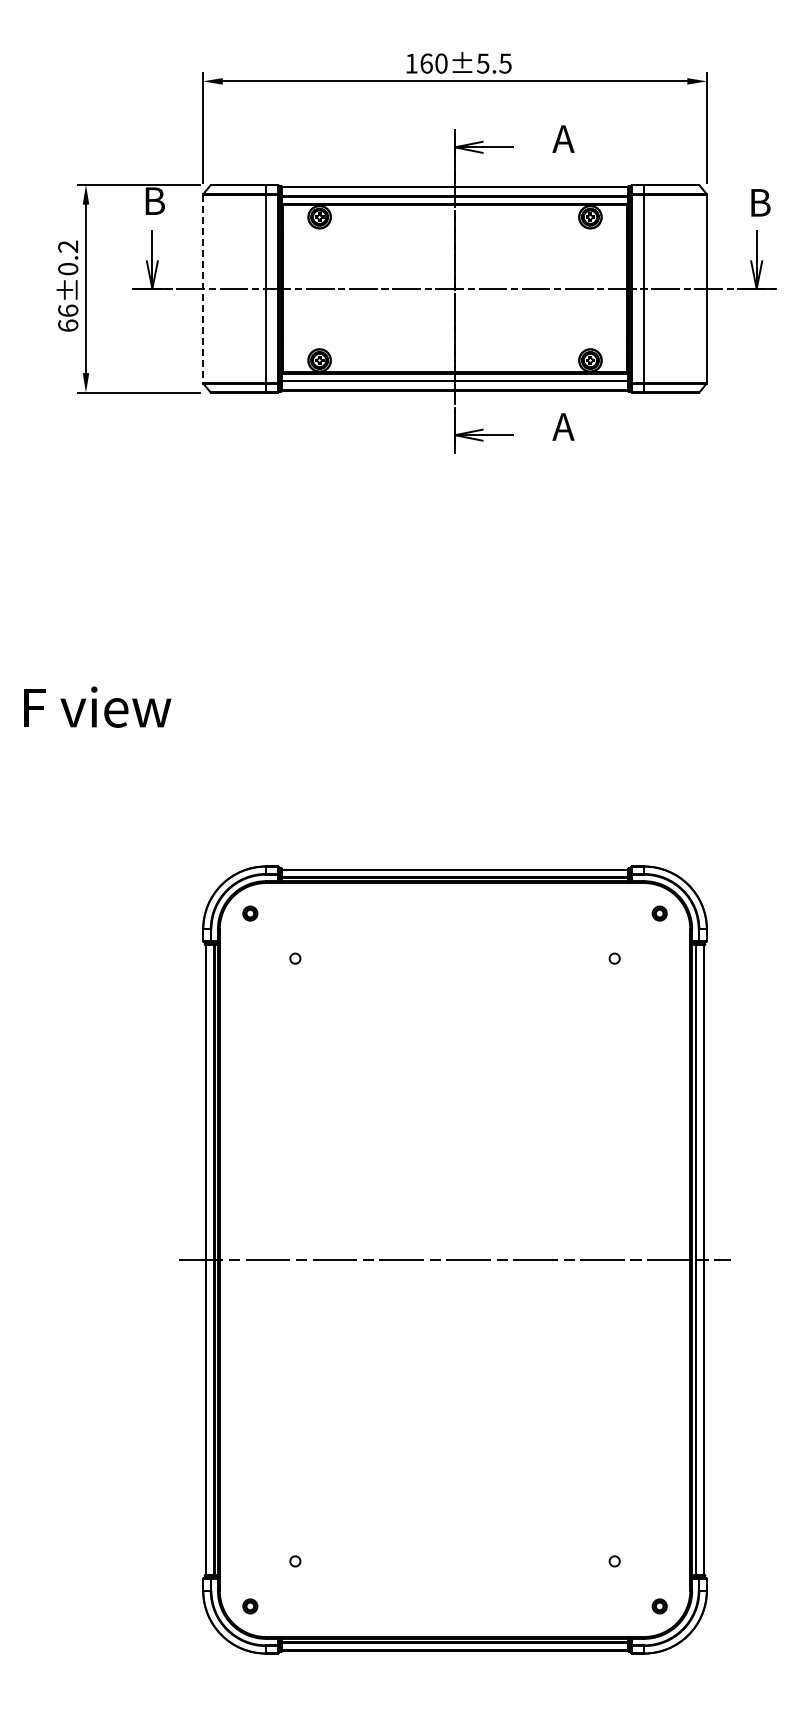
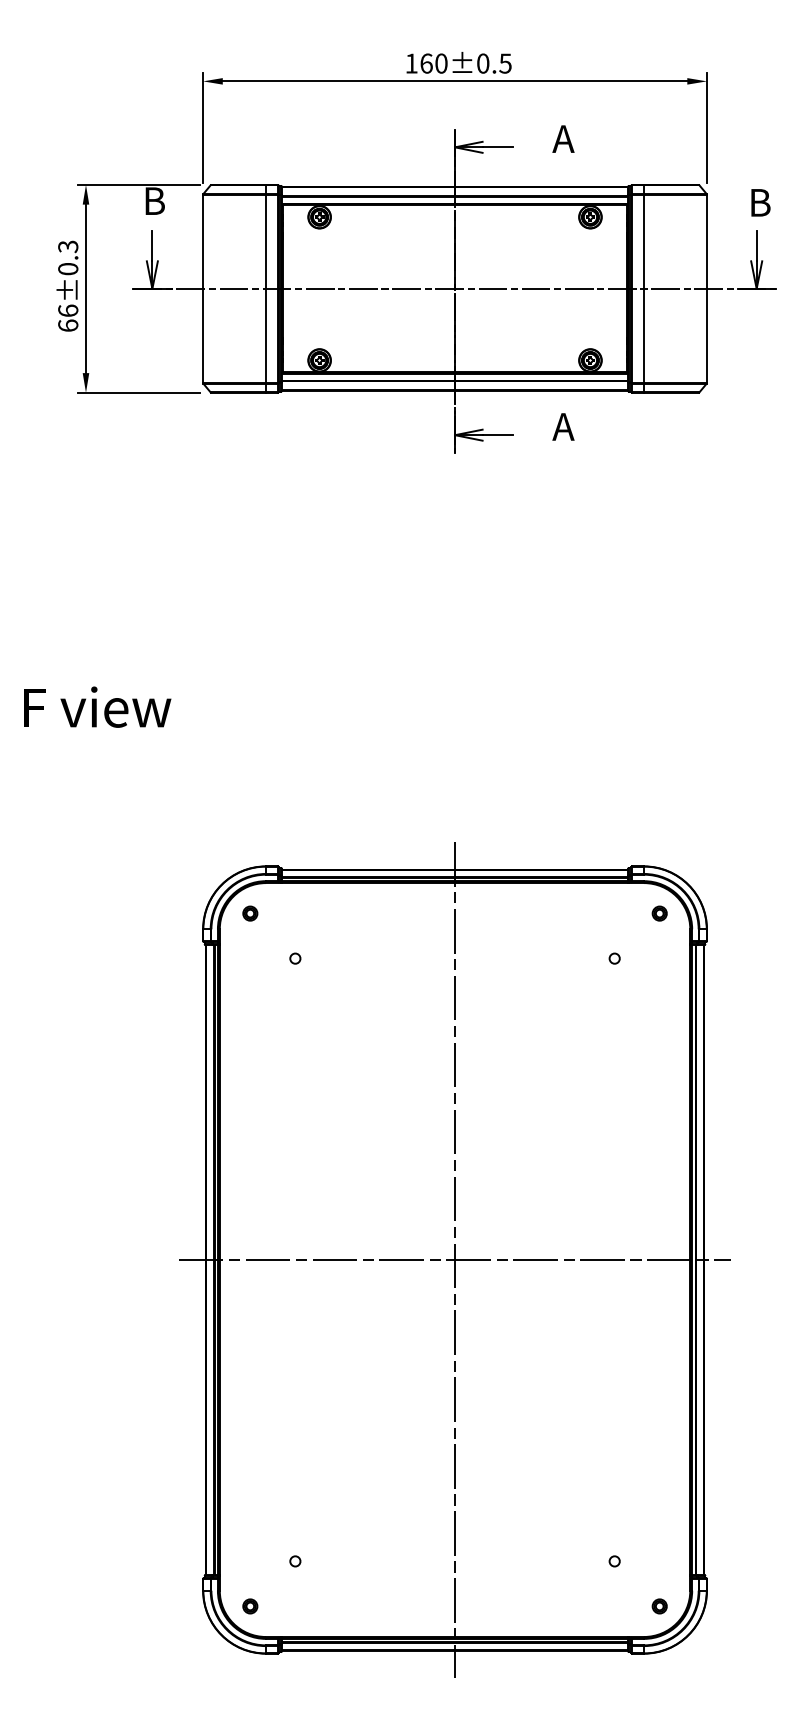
text at (482, 63): 160±5.5 -> 160±0.5
text at (68, 246): 66±0.2 -> 66±0.3
line at (203, 289): dashed -> solid
line at (455, 1259): none -> present
